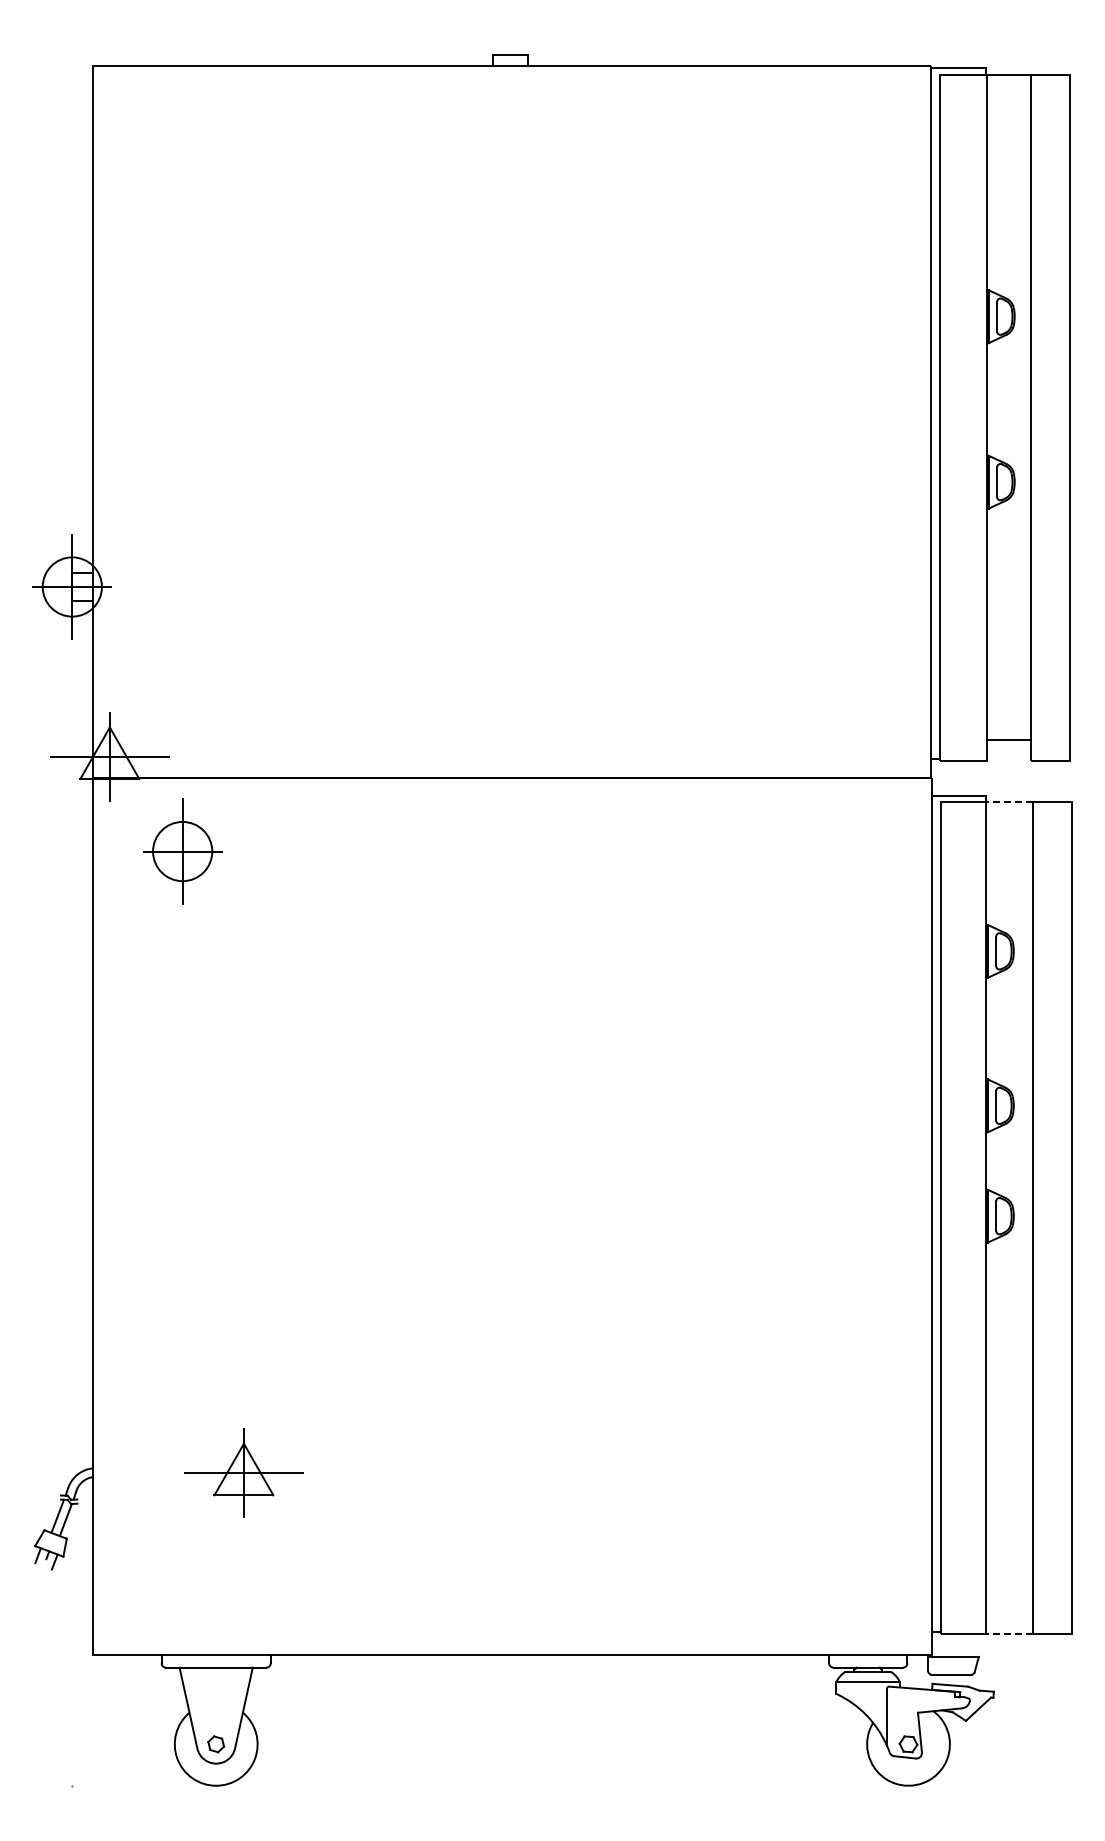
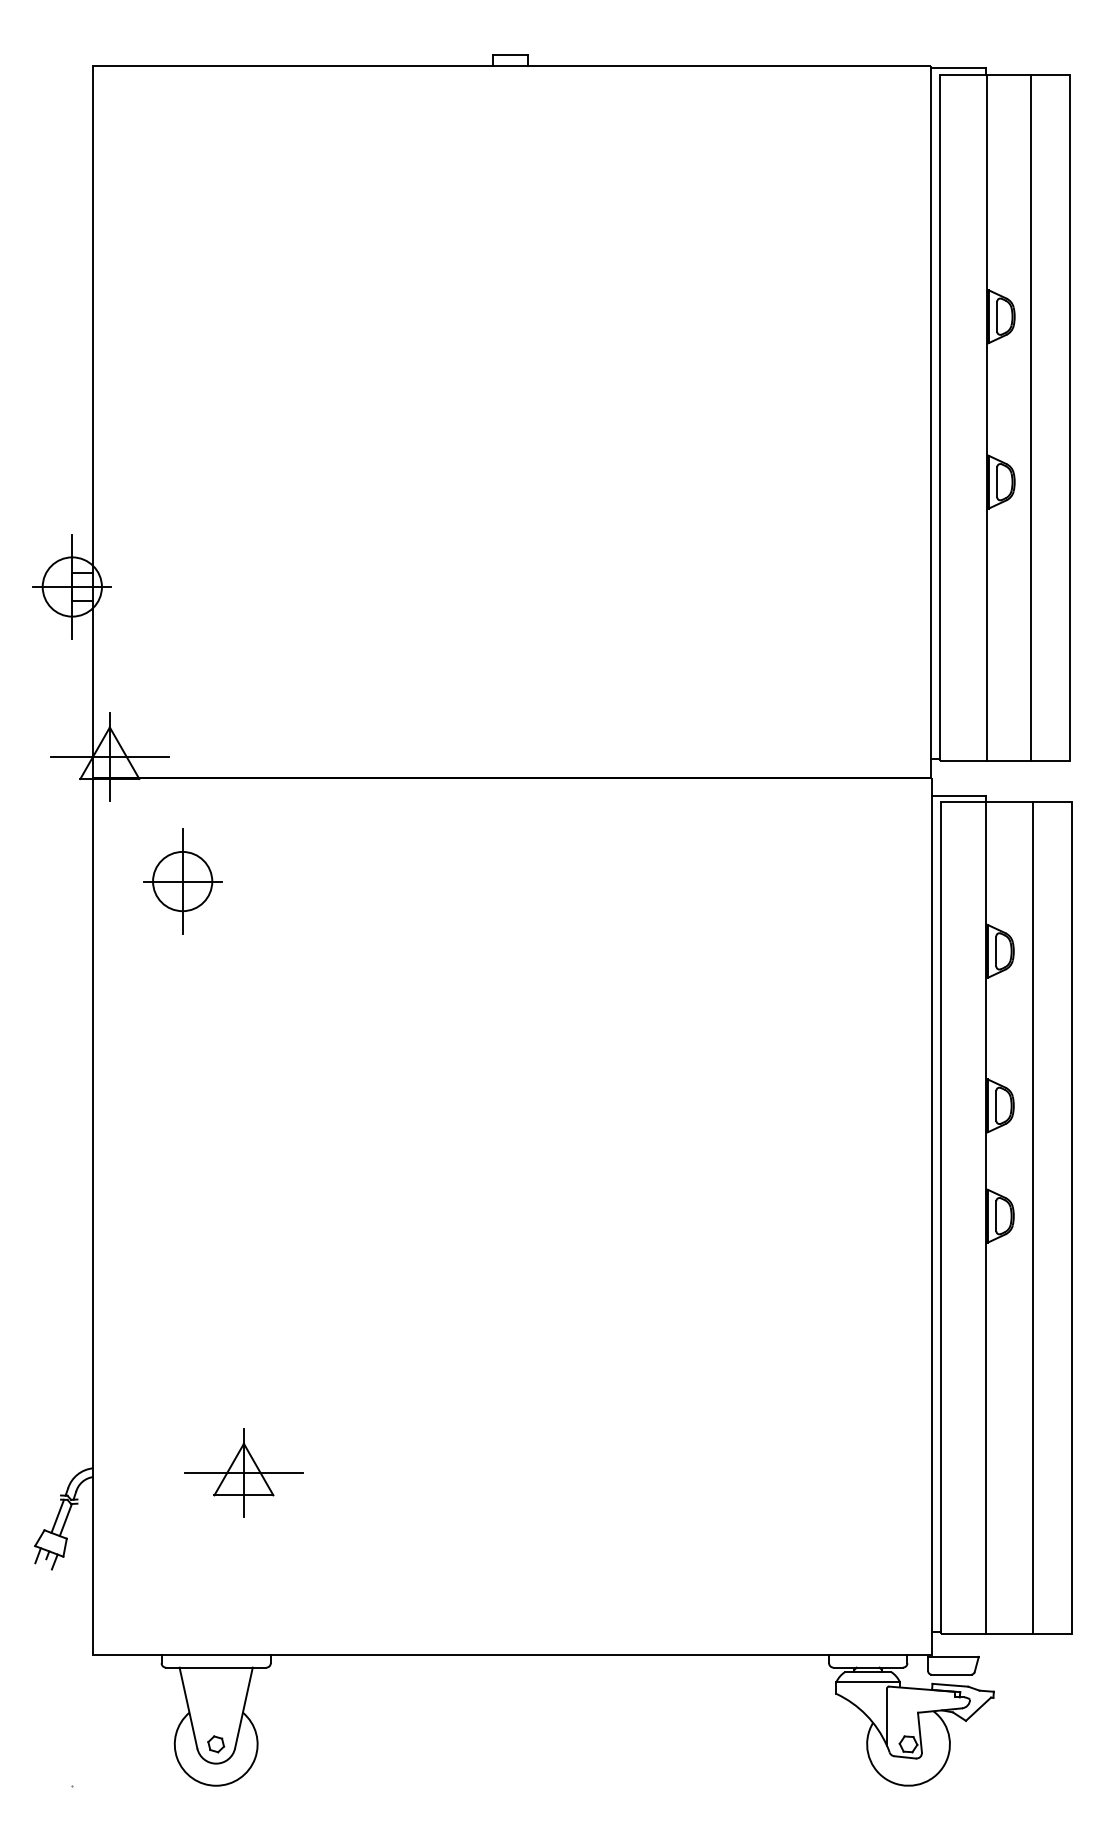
line at (1008, 740) position: (1008, 740) -> (1008, 761)
line at (1009, 802): dashed -> solid
part at (182, 851) position: (182, 851) -> (182, 881)
line at (1009, 1634): dashed -> solid
